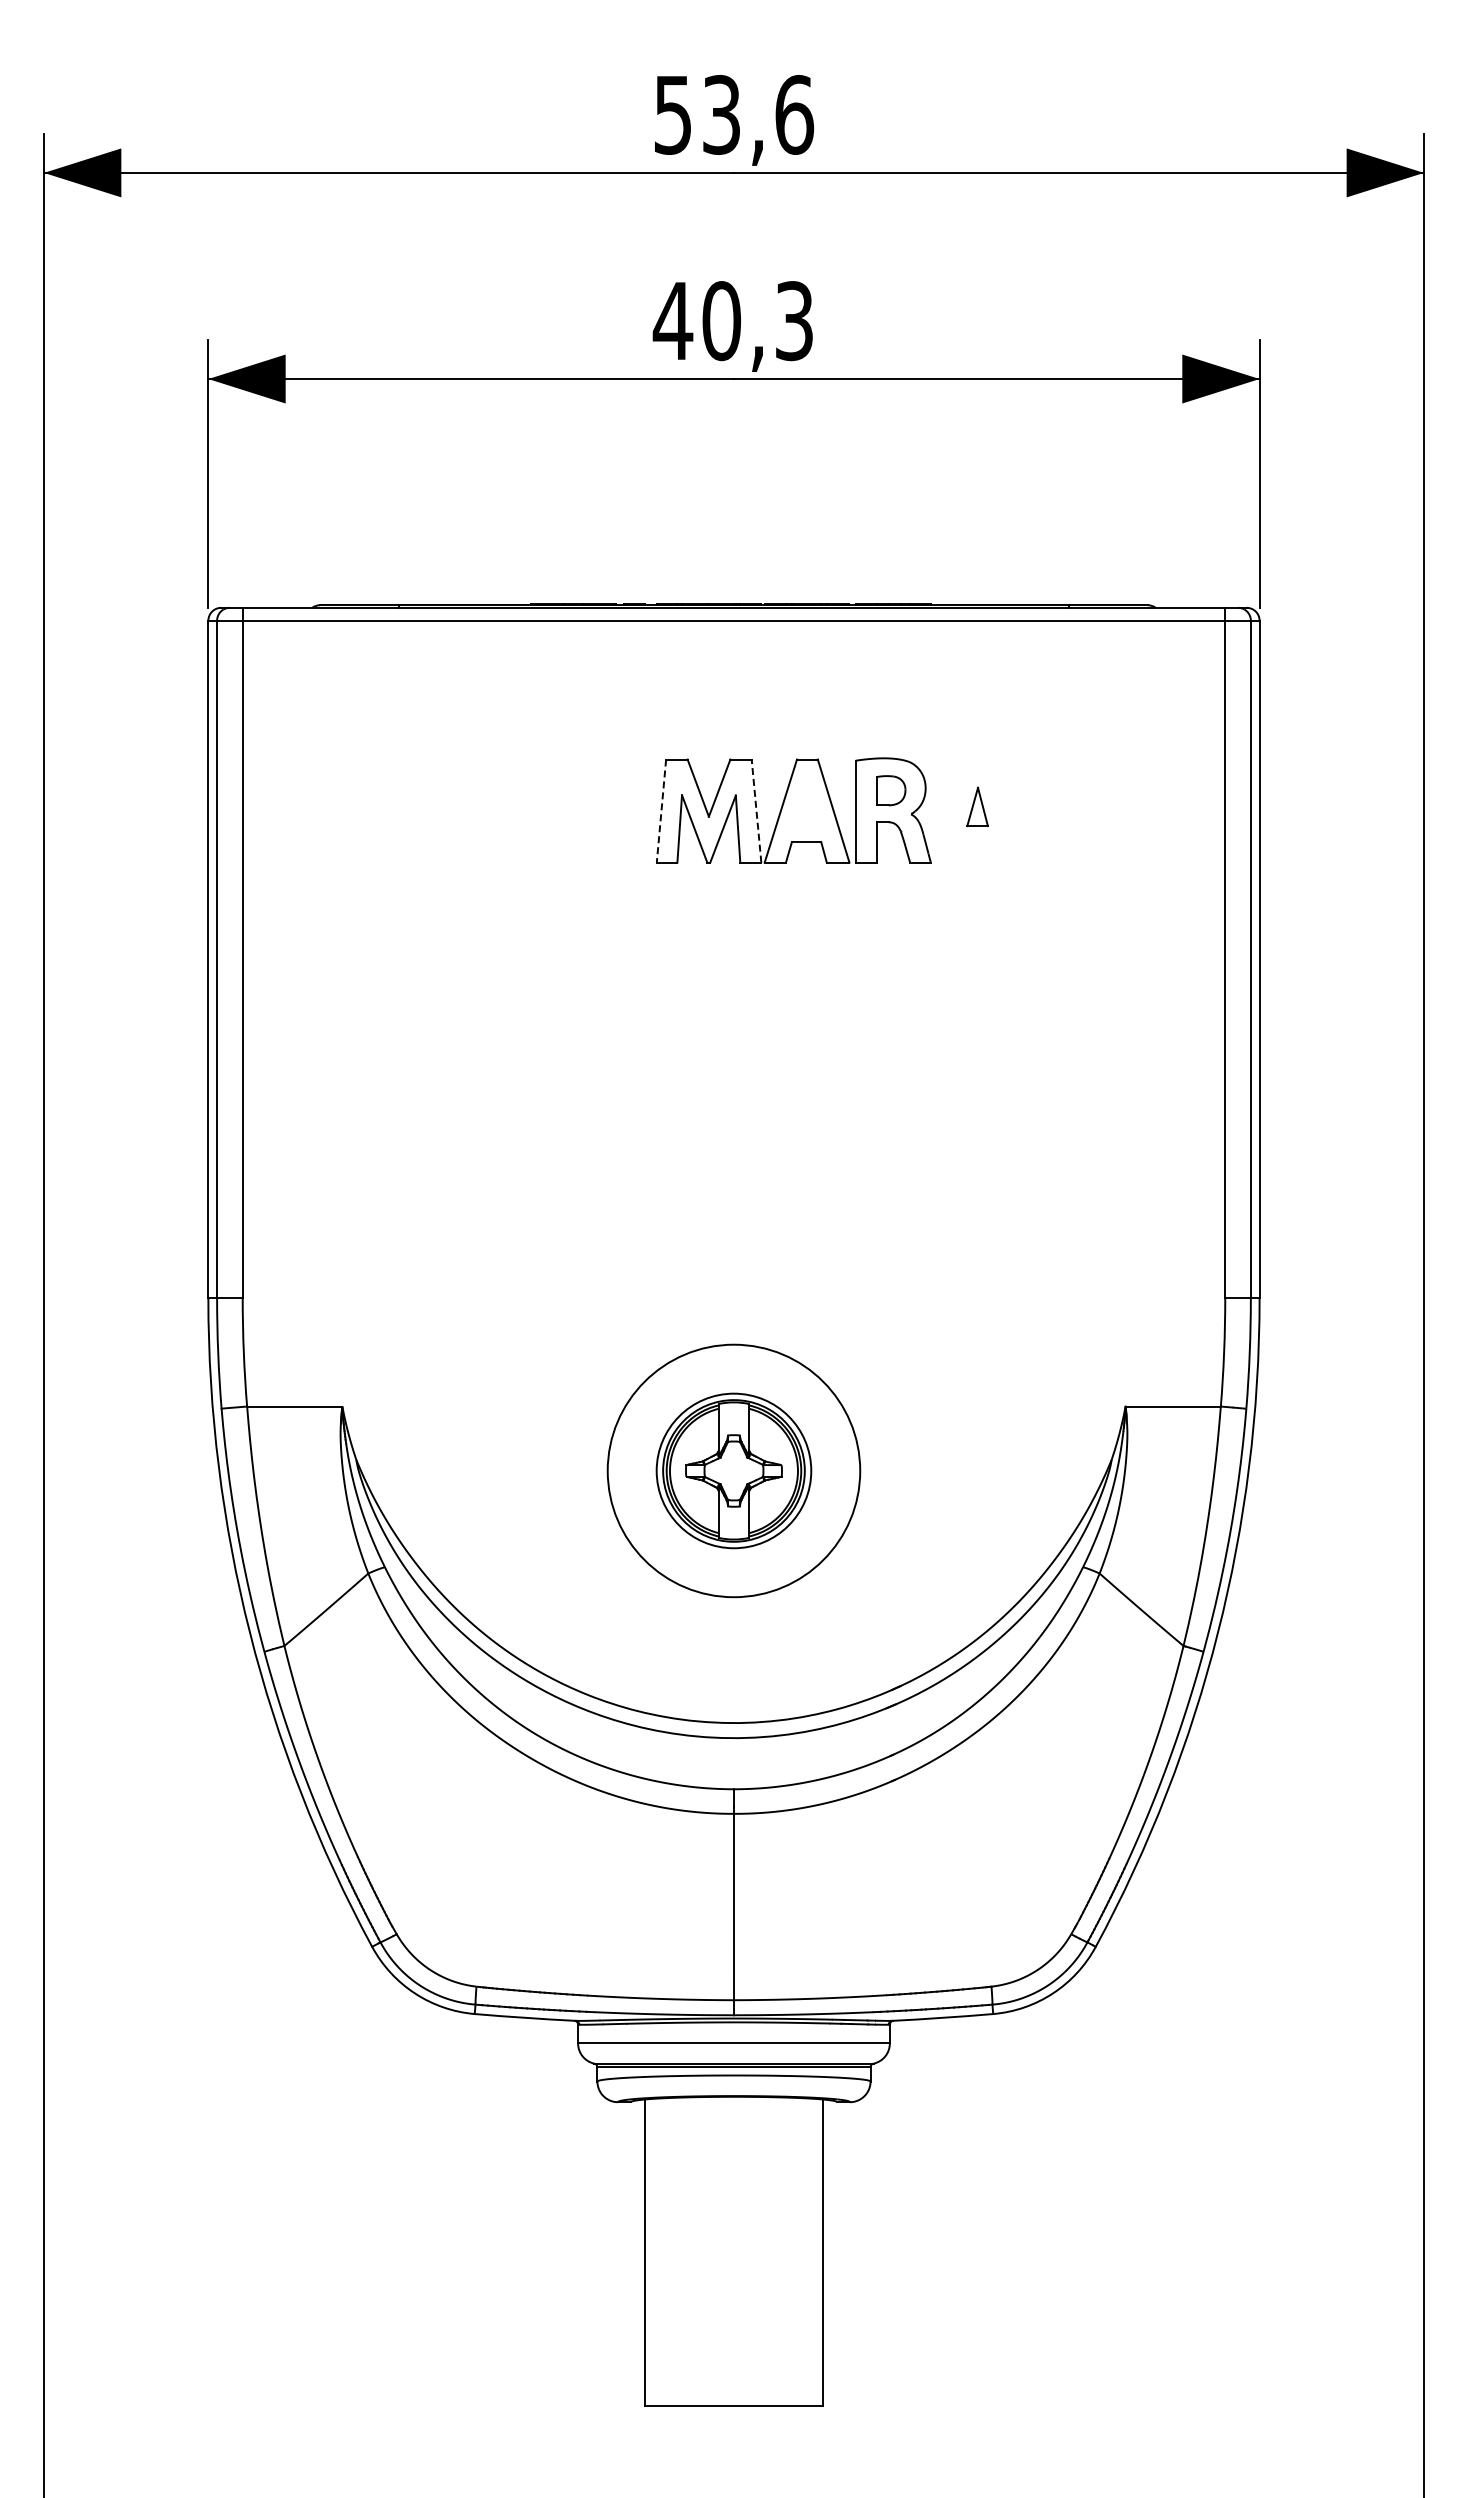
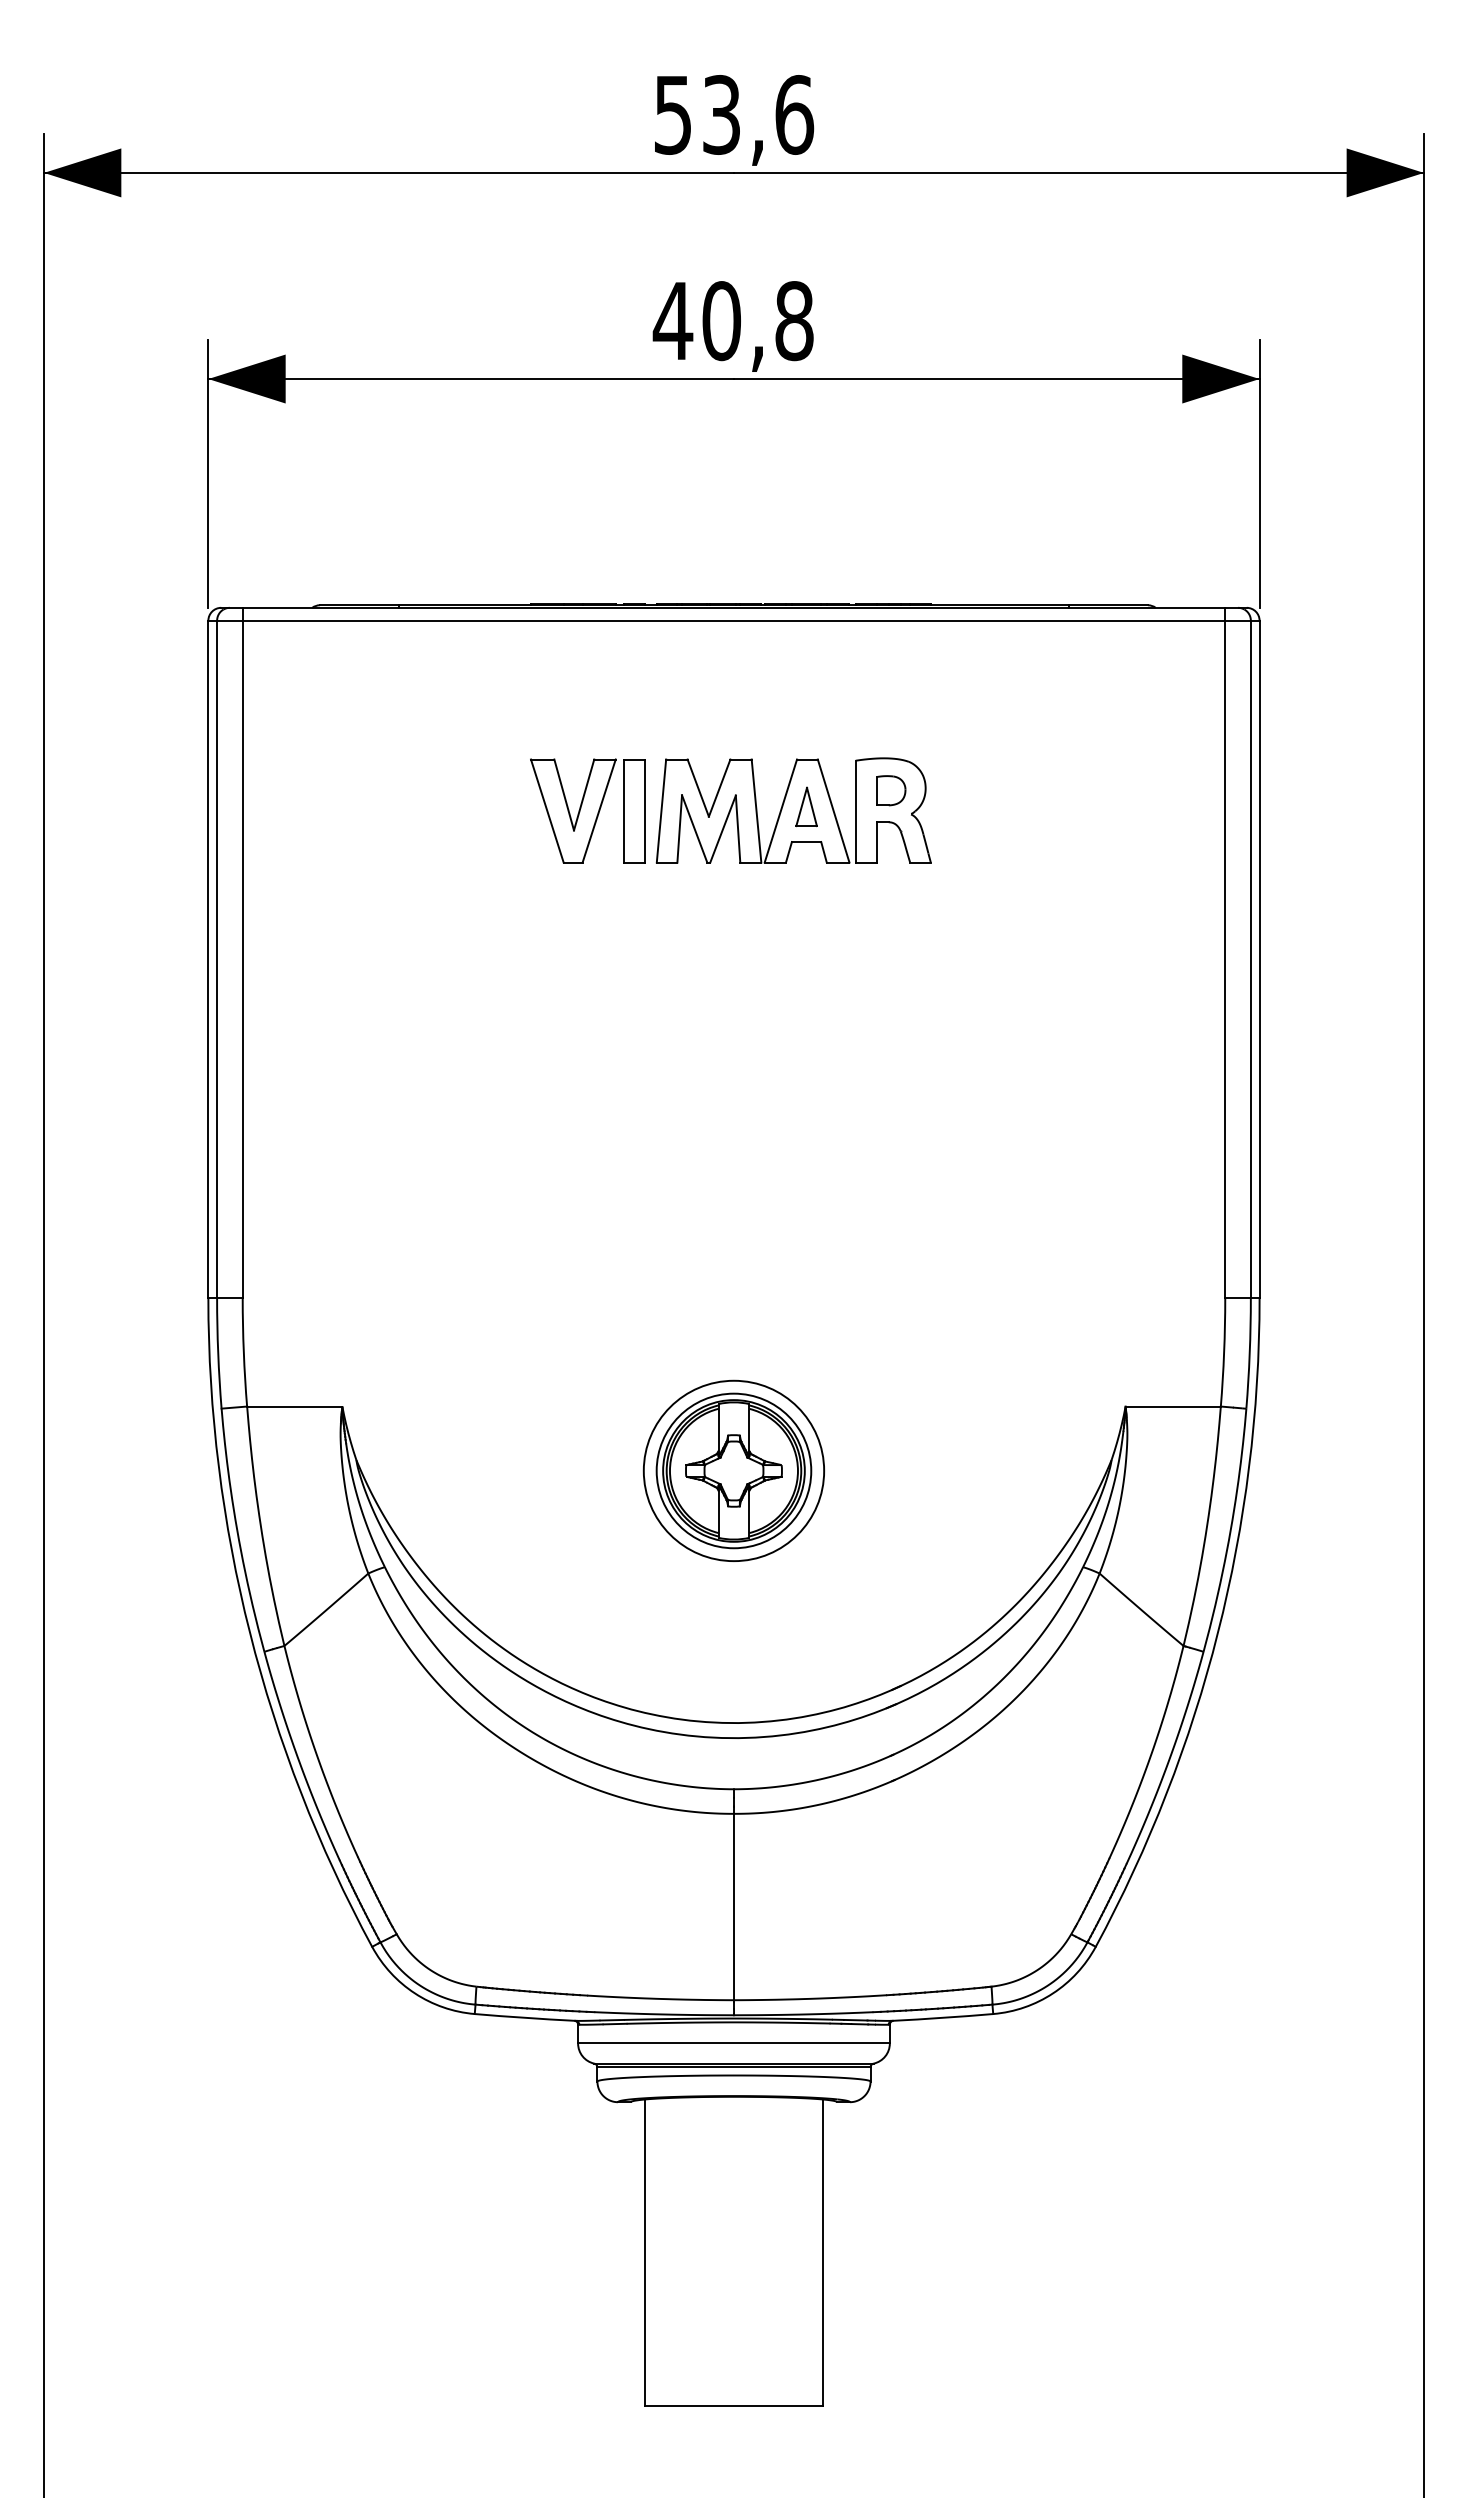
text at (794, 321): 40,3 -> 40,8
part at (977, 806) position: (977, 806) -> (806, 806)
part at (587, 810): none -> present
line at (661, 811): dashed -> solid
line at (756, 811): dashed -> solid
circle at (733, 1470) diameter: 252 px -> 180 px
